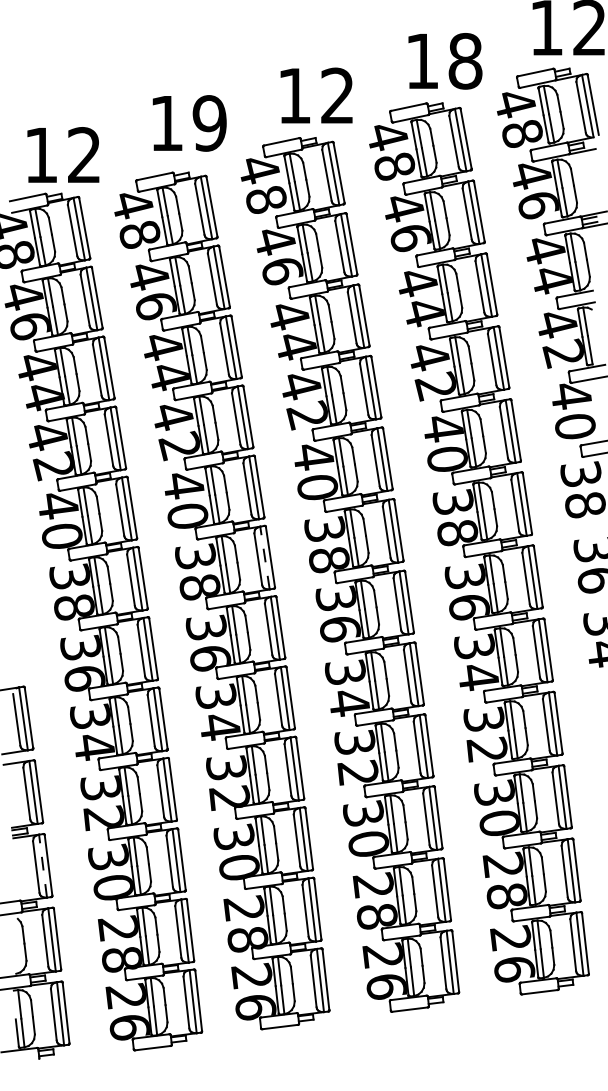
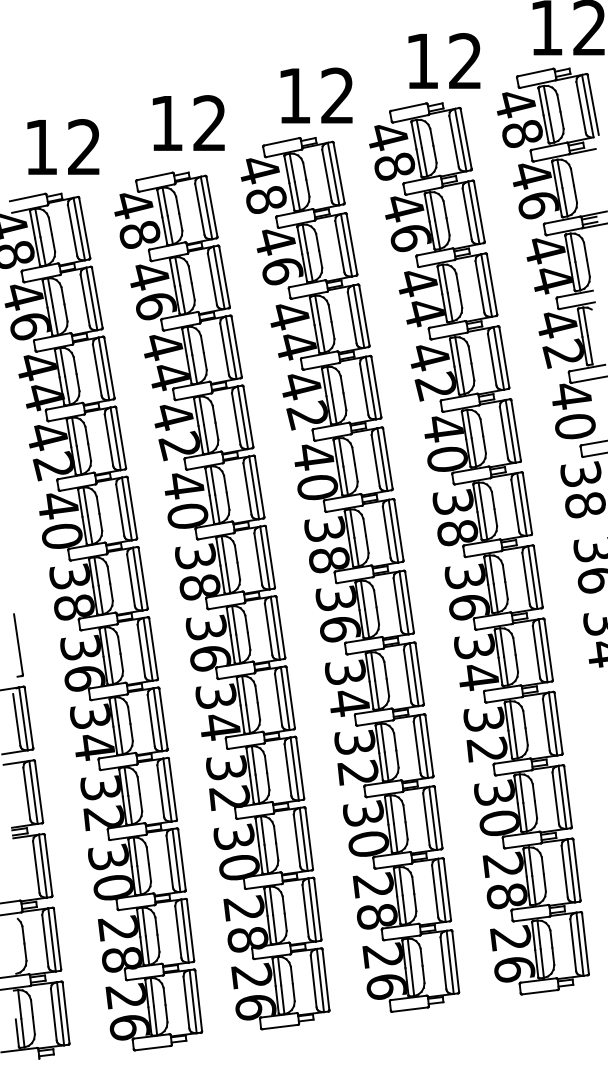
text at (465, 61): 18 -> 12
text at (209, 123): 19 -> 12
text at (63, 154) position: (63, 154) -> (63, 146)
line at (264, 558): dashed -> solid
part at (18, 645): none -> present
line at (43, 866): dashed -> solid
